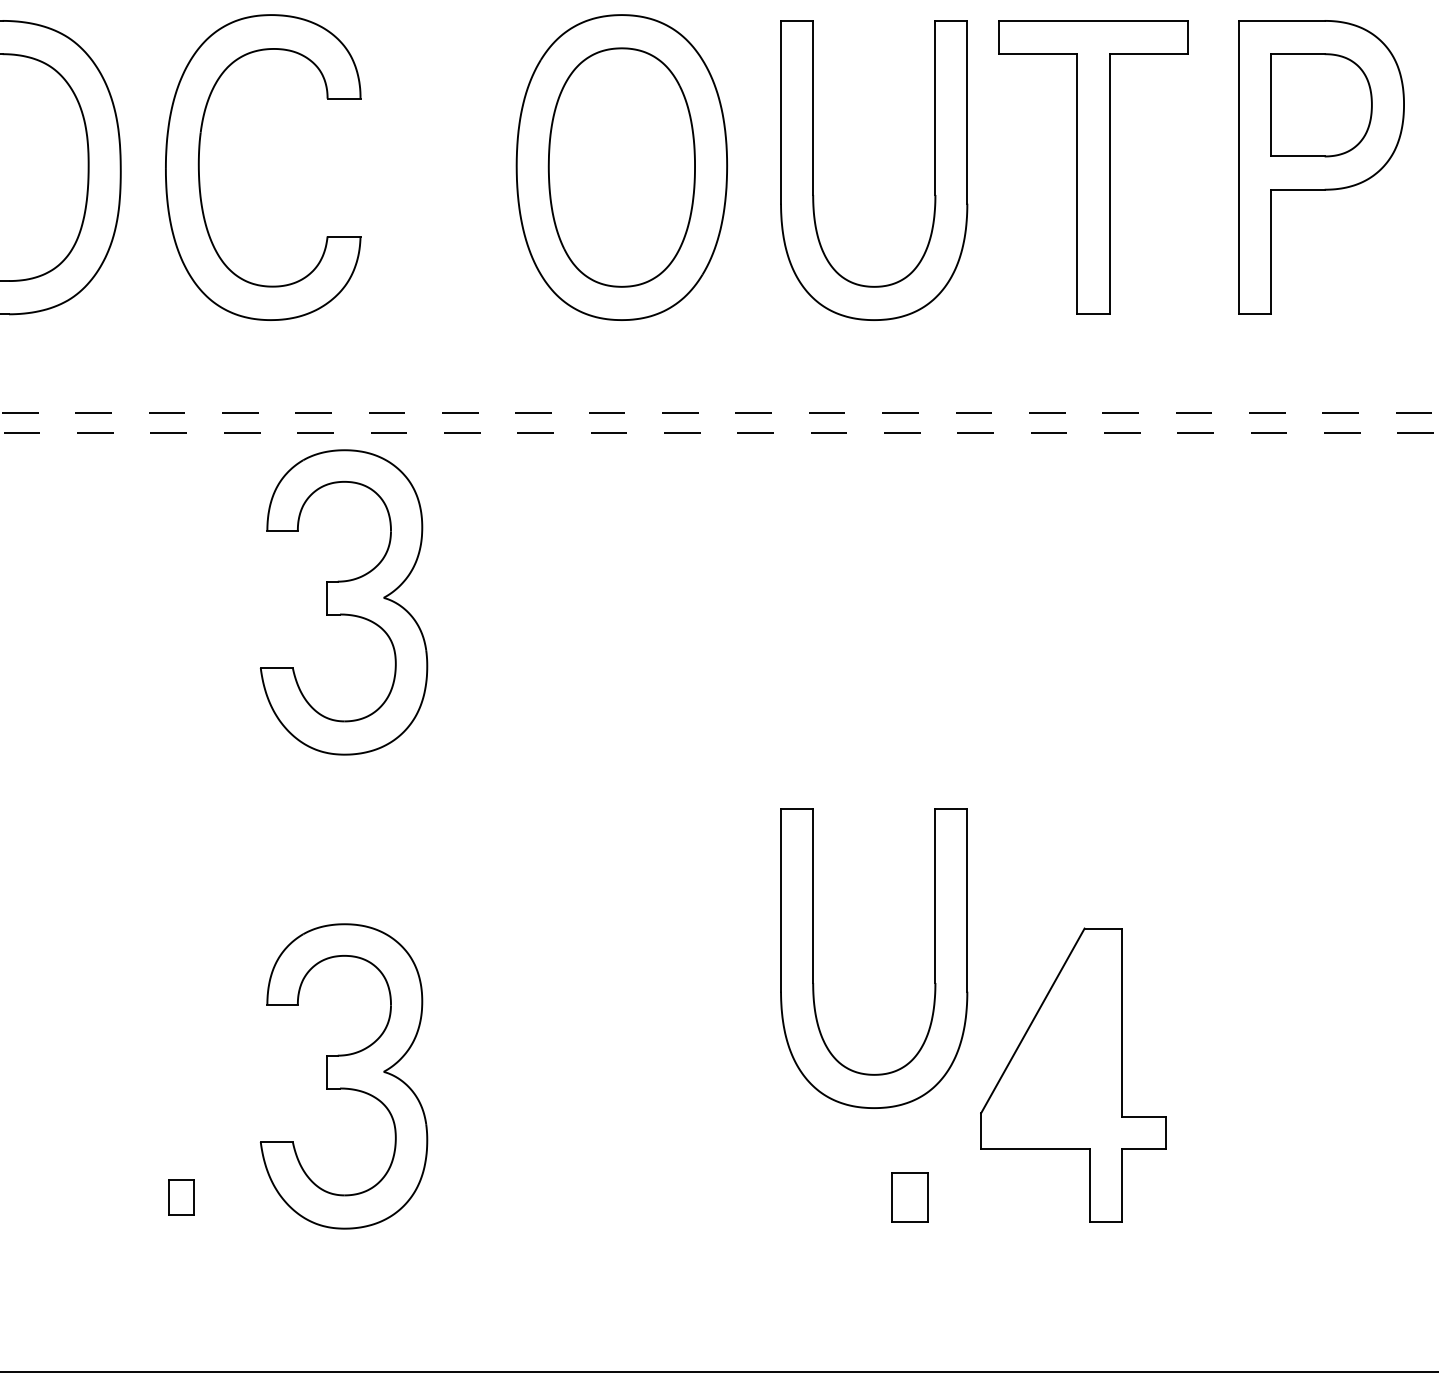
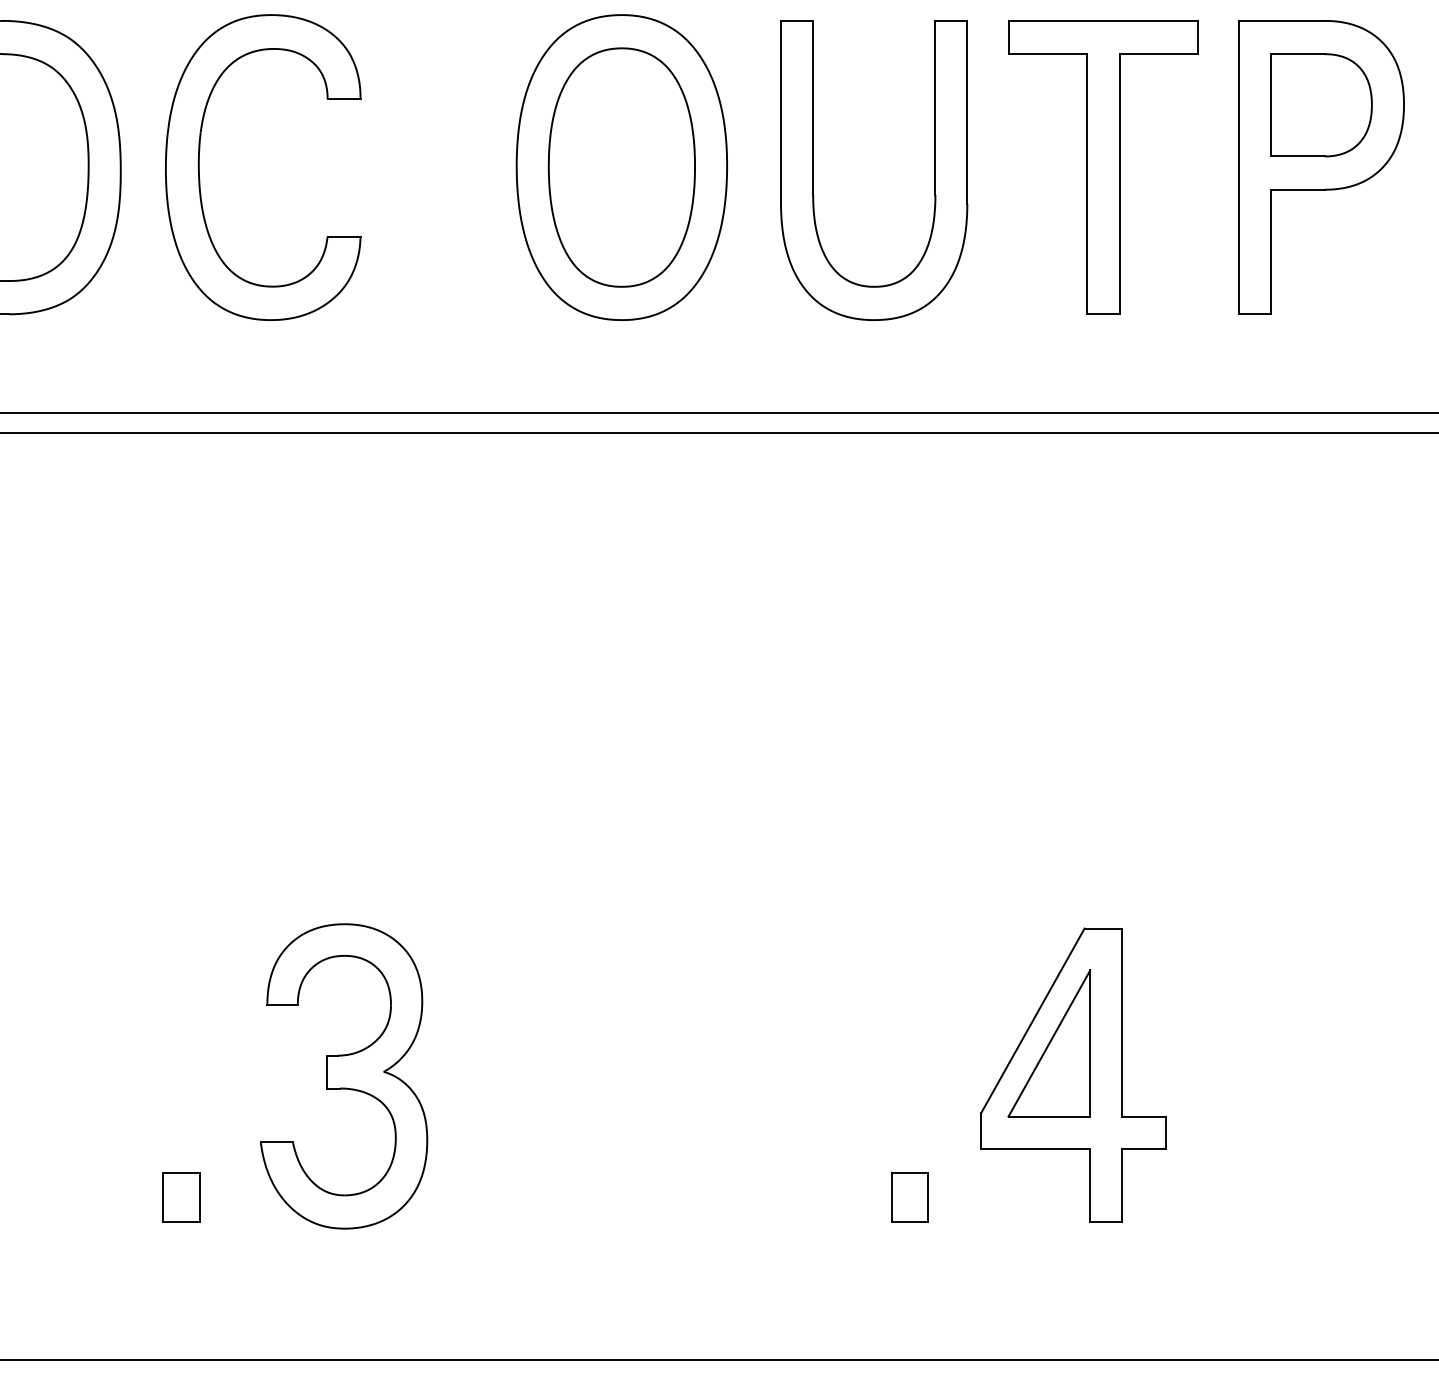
part at (1093, 167) position: (1093, 167) -> (1103, 167)
line at (718, 413): dashed -> solid
line at (719, 433): dashed -> solid
part at (343, 602): present -> none
part at (934, 958): present -> none
part at (1049, 1043): none -> present
part at (181, 1197) size: 27x37 px -> 39x51 px
line at (718, 1371) position: (718, 1371) -> (718, 1359)
